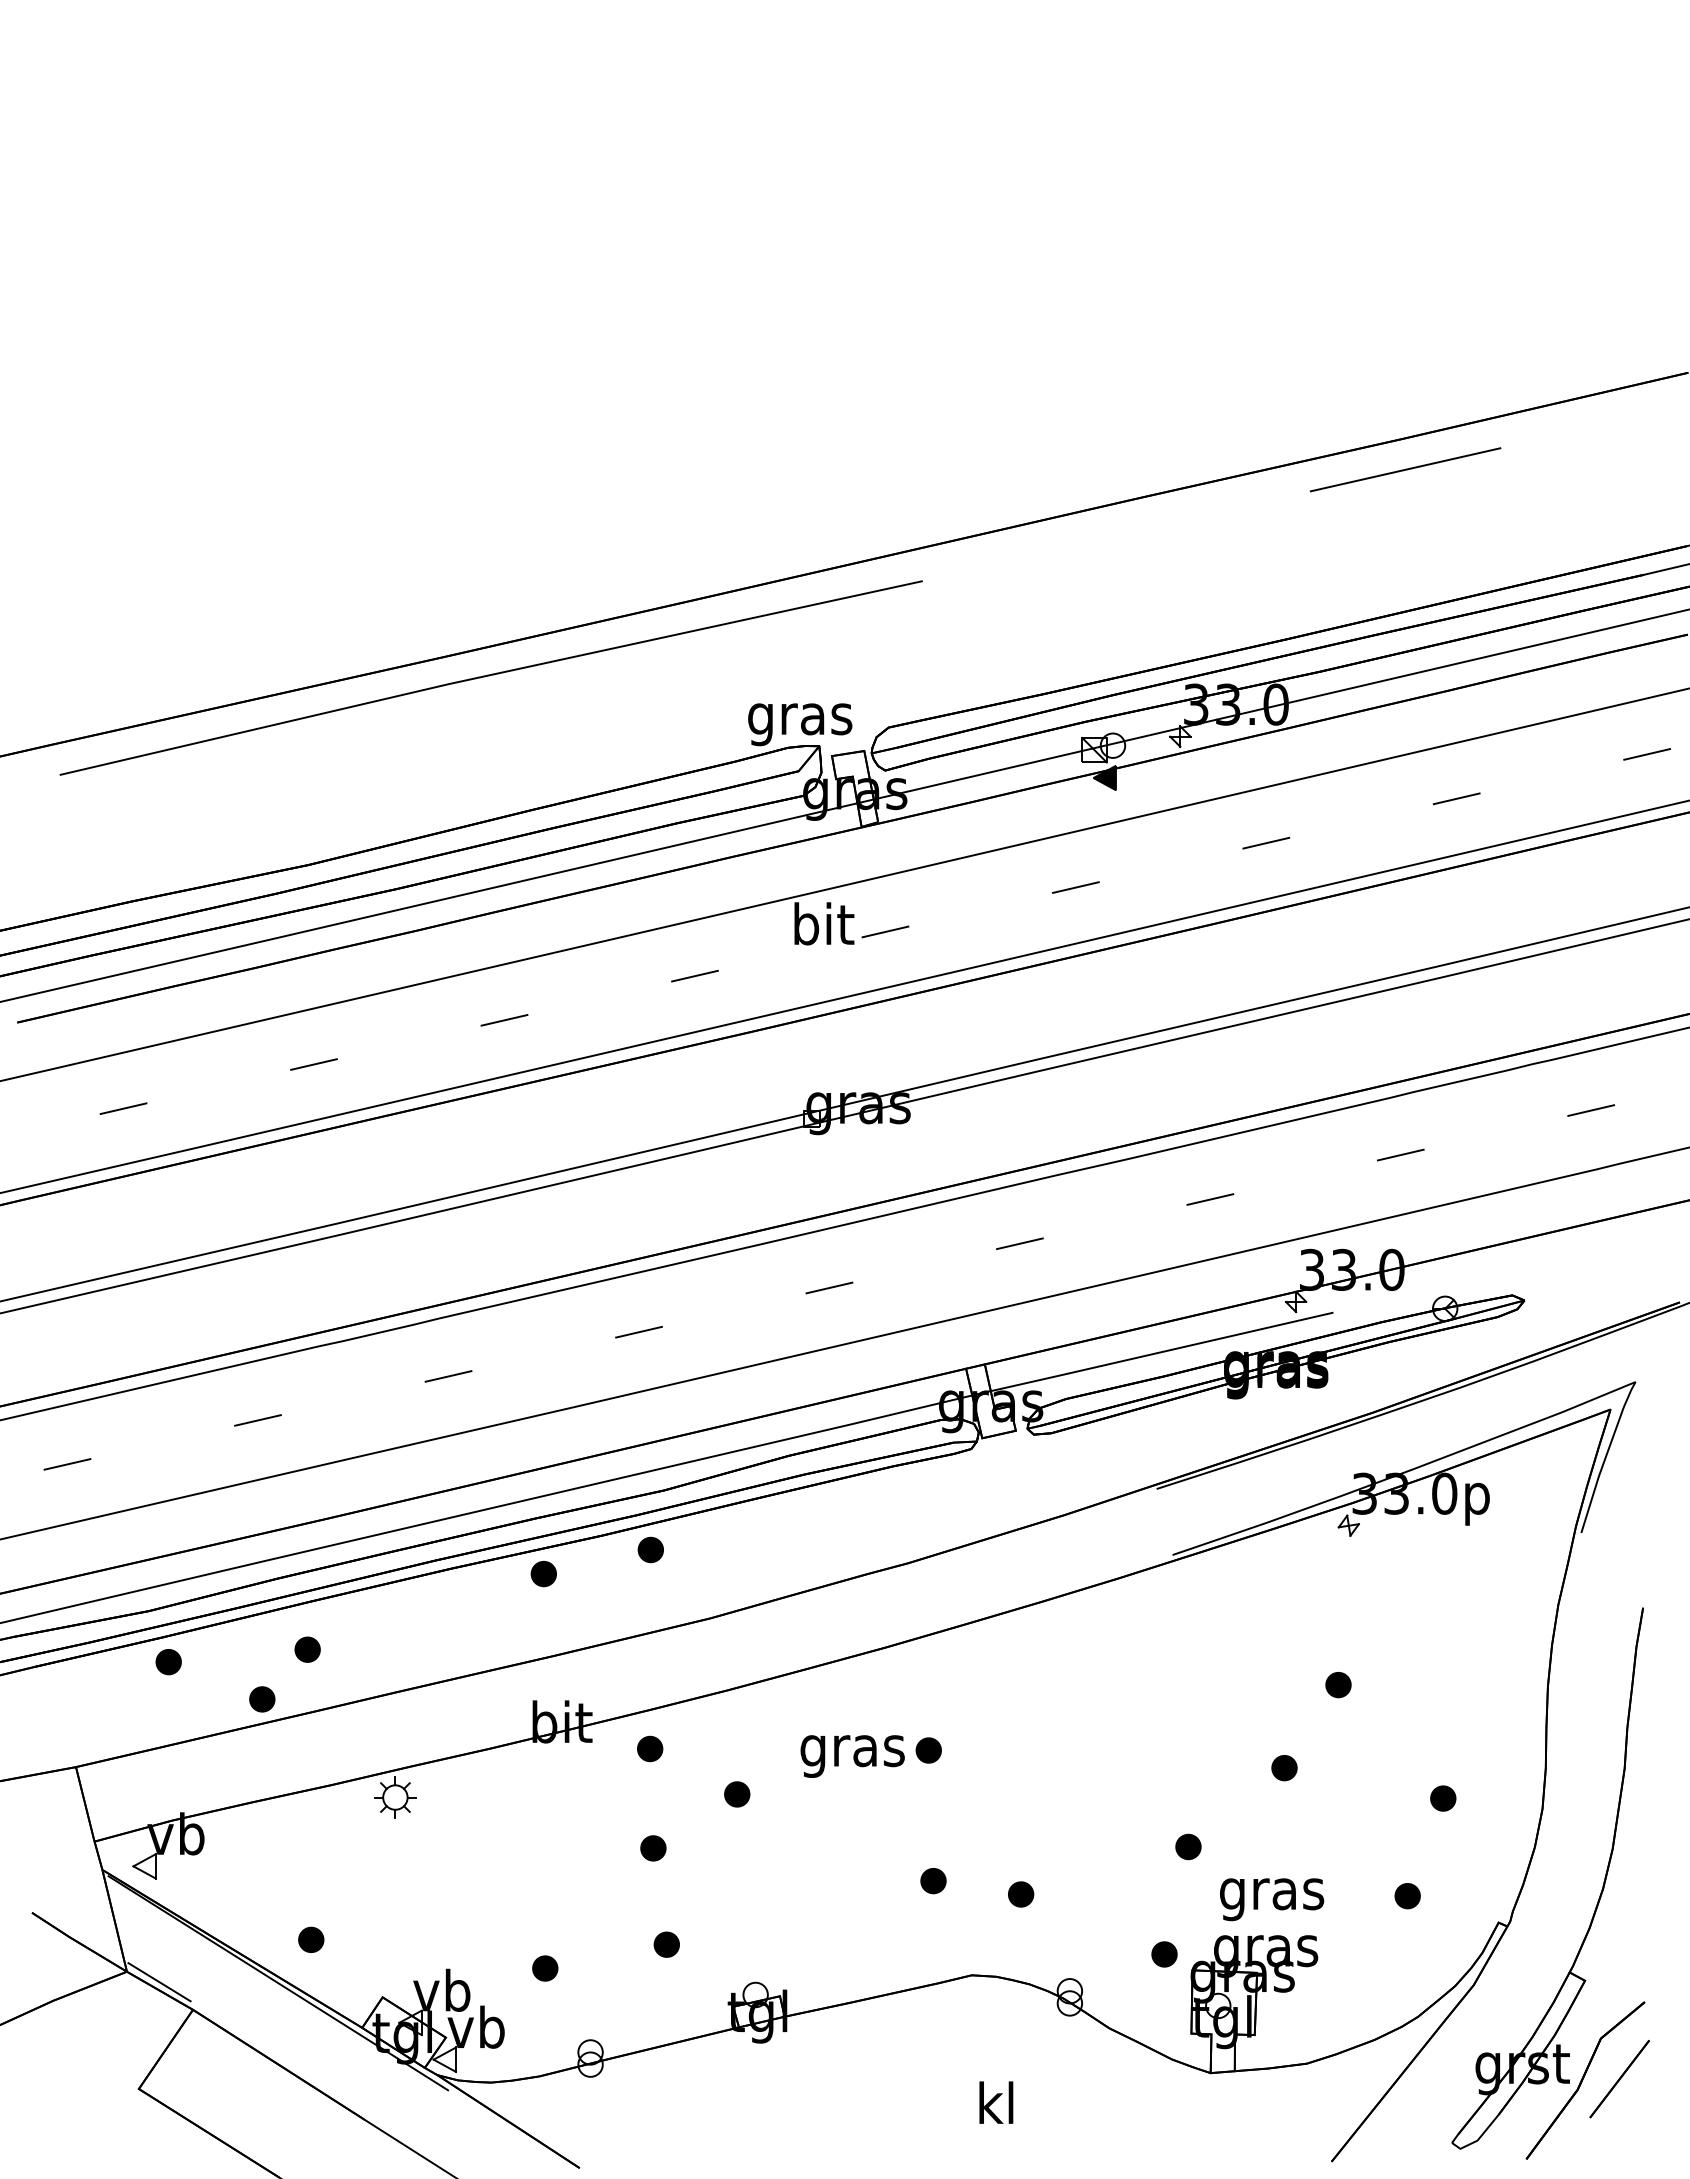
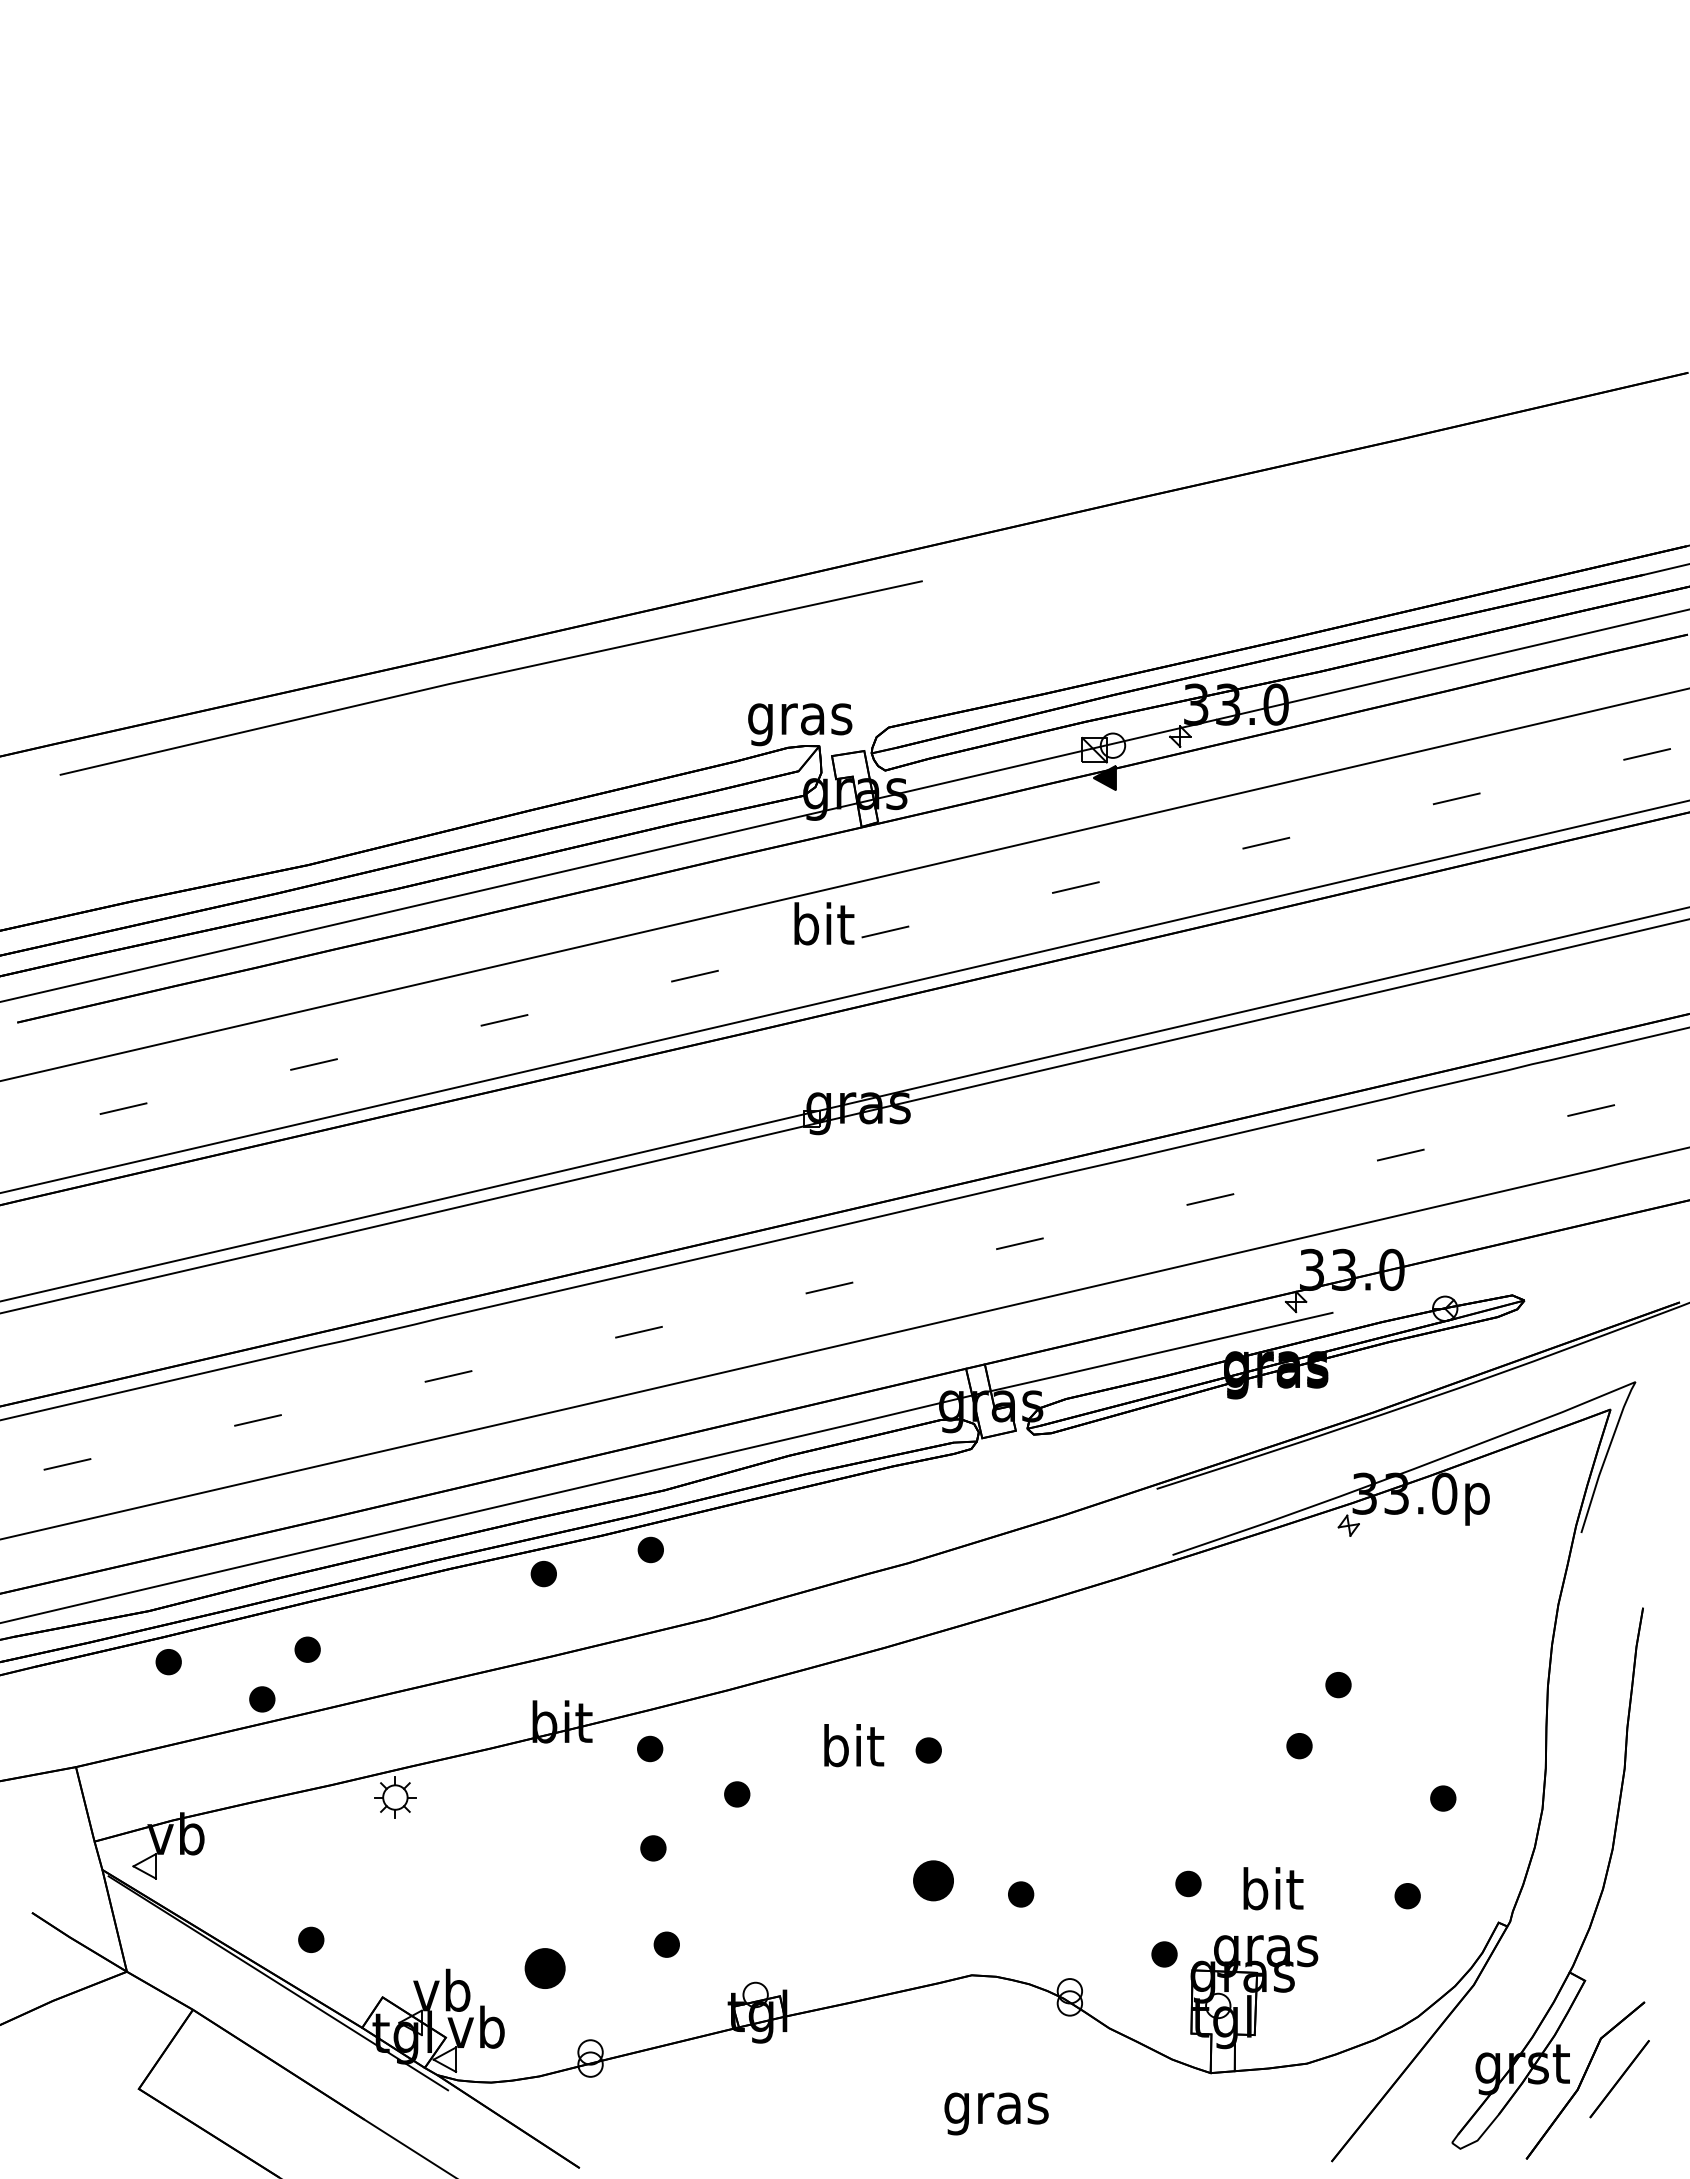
line at (1405, 469): present -> none
text at (852, 1750): gras -> bit
part at (1284, 1768) position: (1284, 1768) -> (1299, 1746)
part at (1188, 1846) position: (1188, 1846) -> (1188, 1883)
part at (933, 1881) size: 27x27 px -> 41x42 px
text at (1272, 1894): gras -> bit
part at (545, 1968) size: 27x27 px -> 42x41 px
line at (159, 1982): present -> none
text at (996, 2108): kl -> gras
